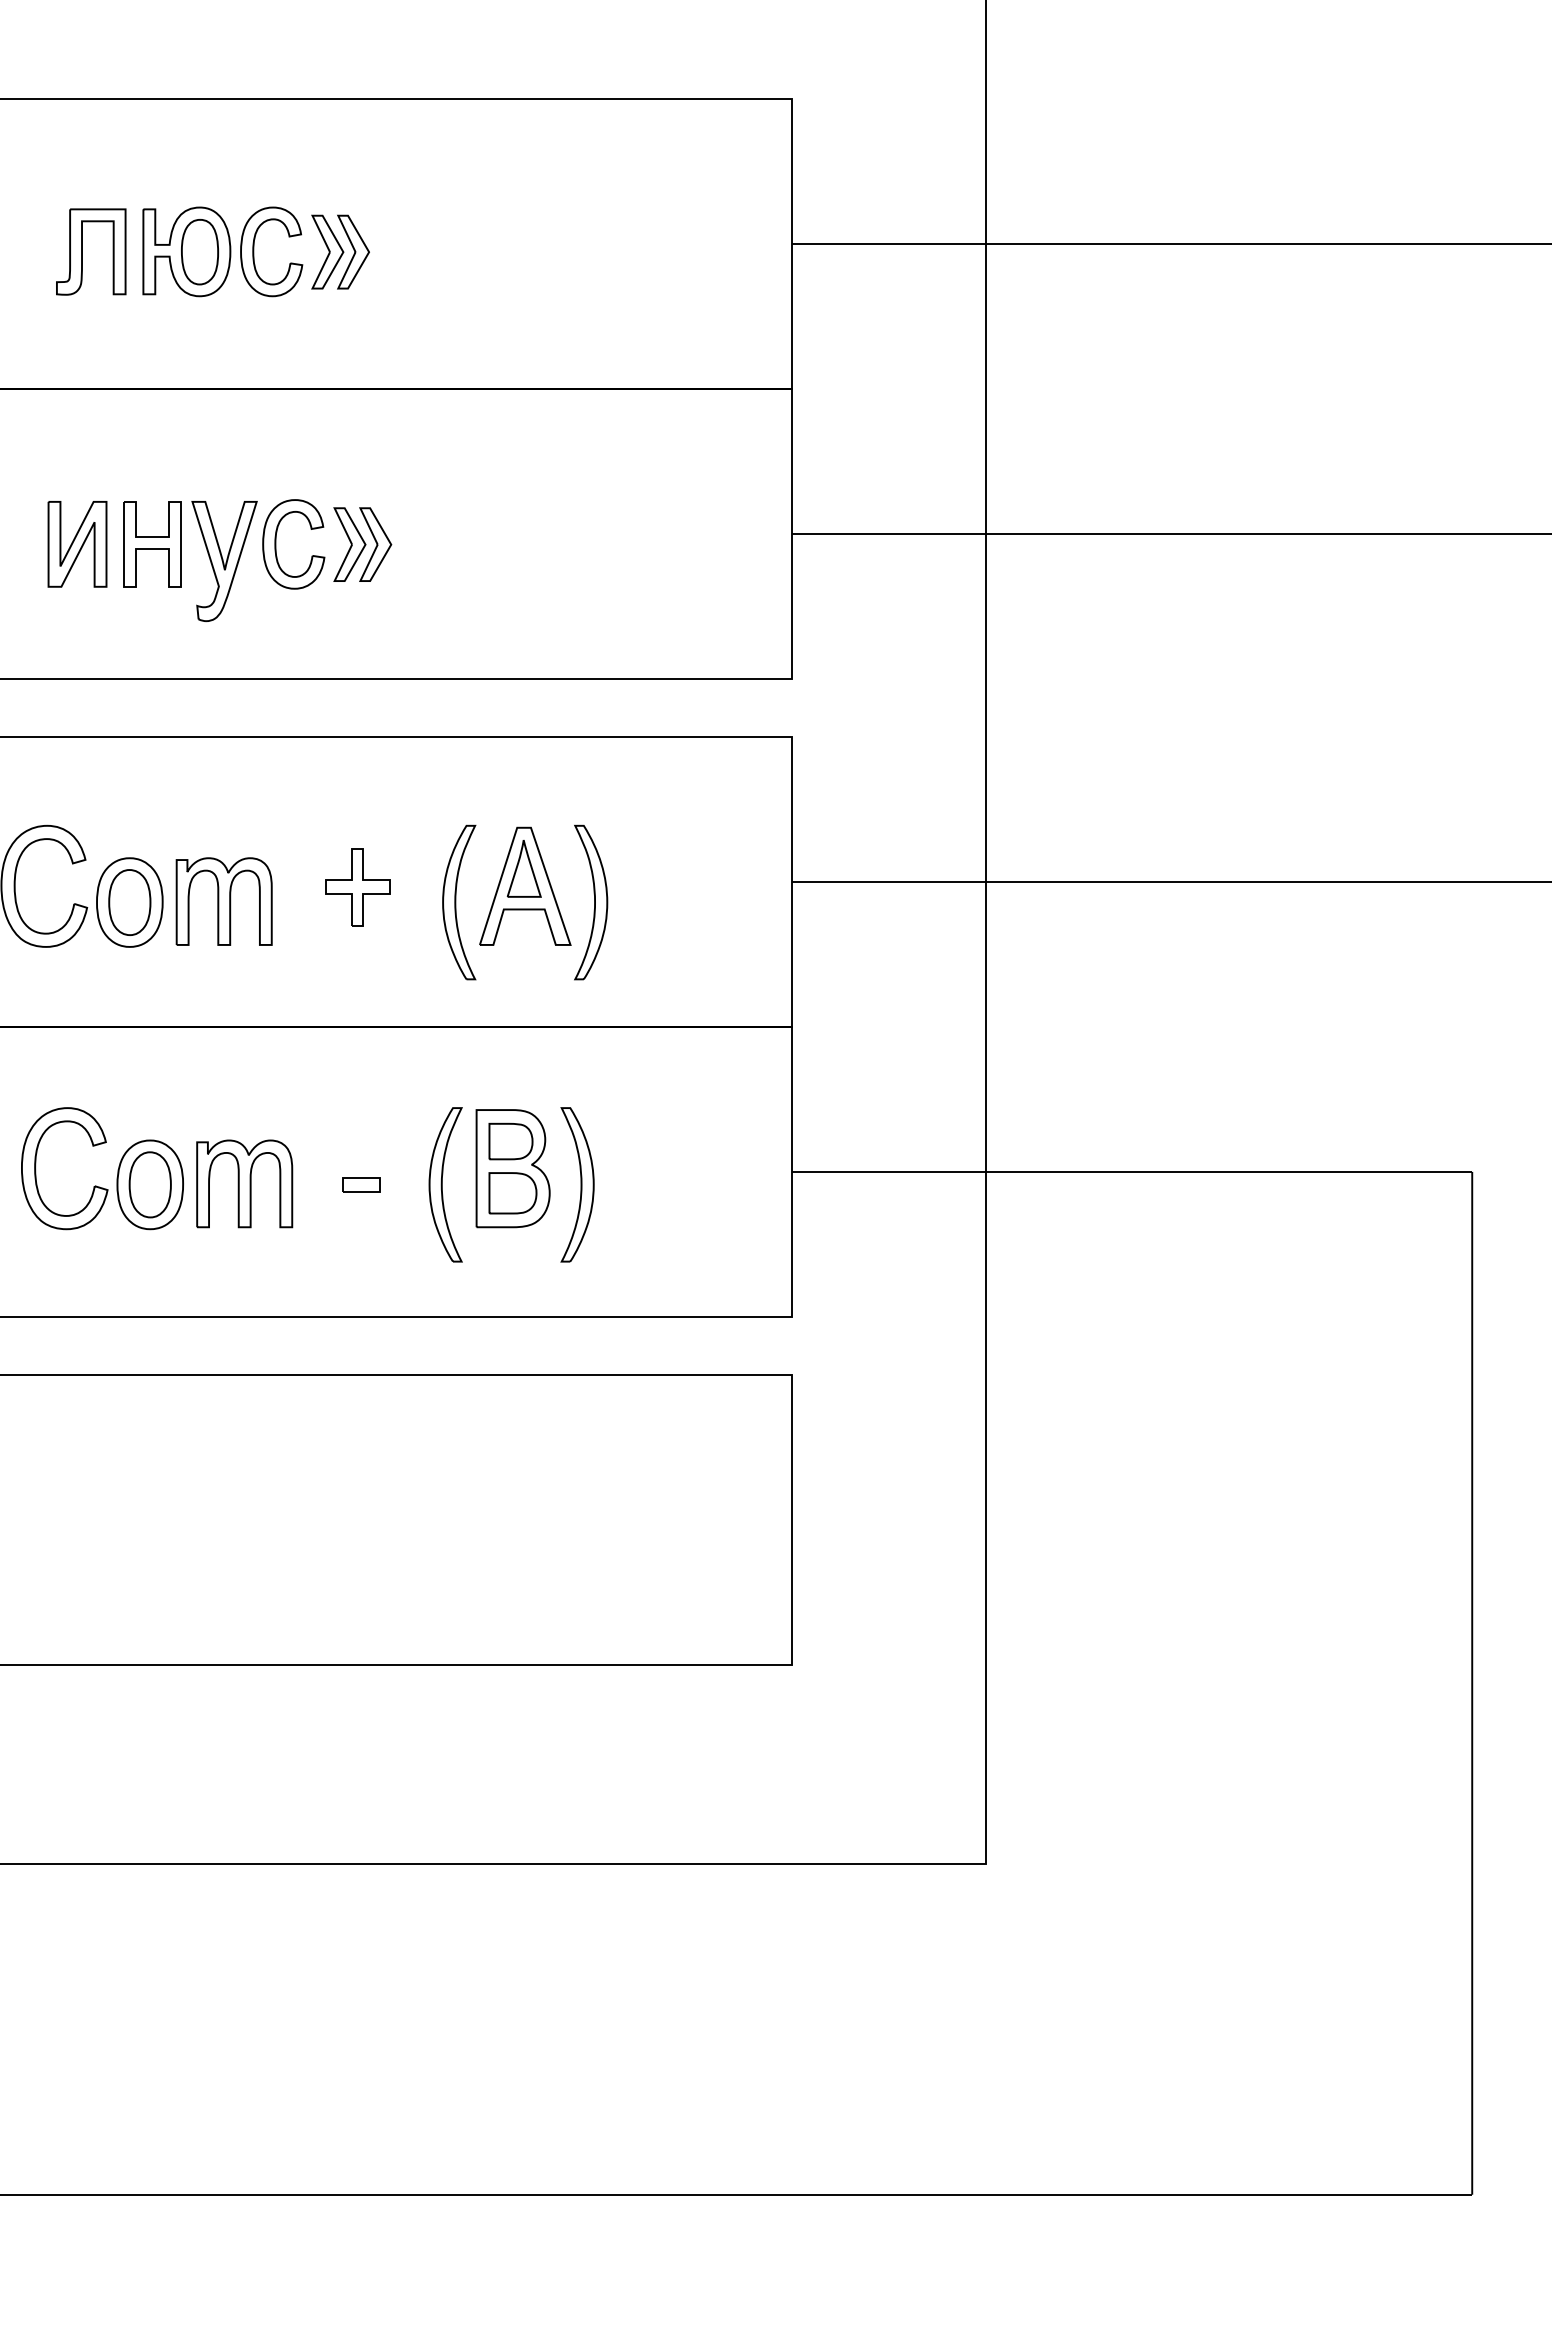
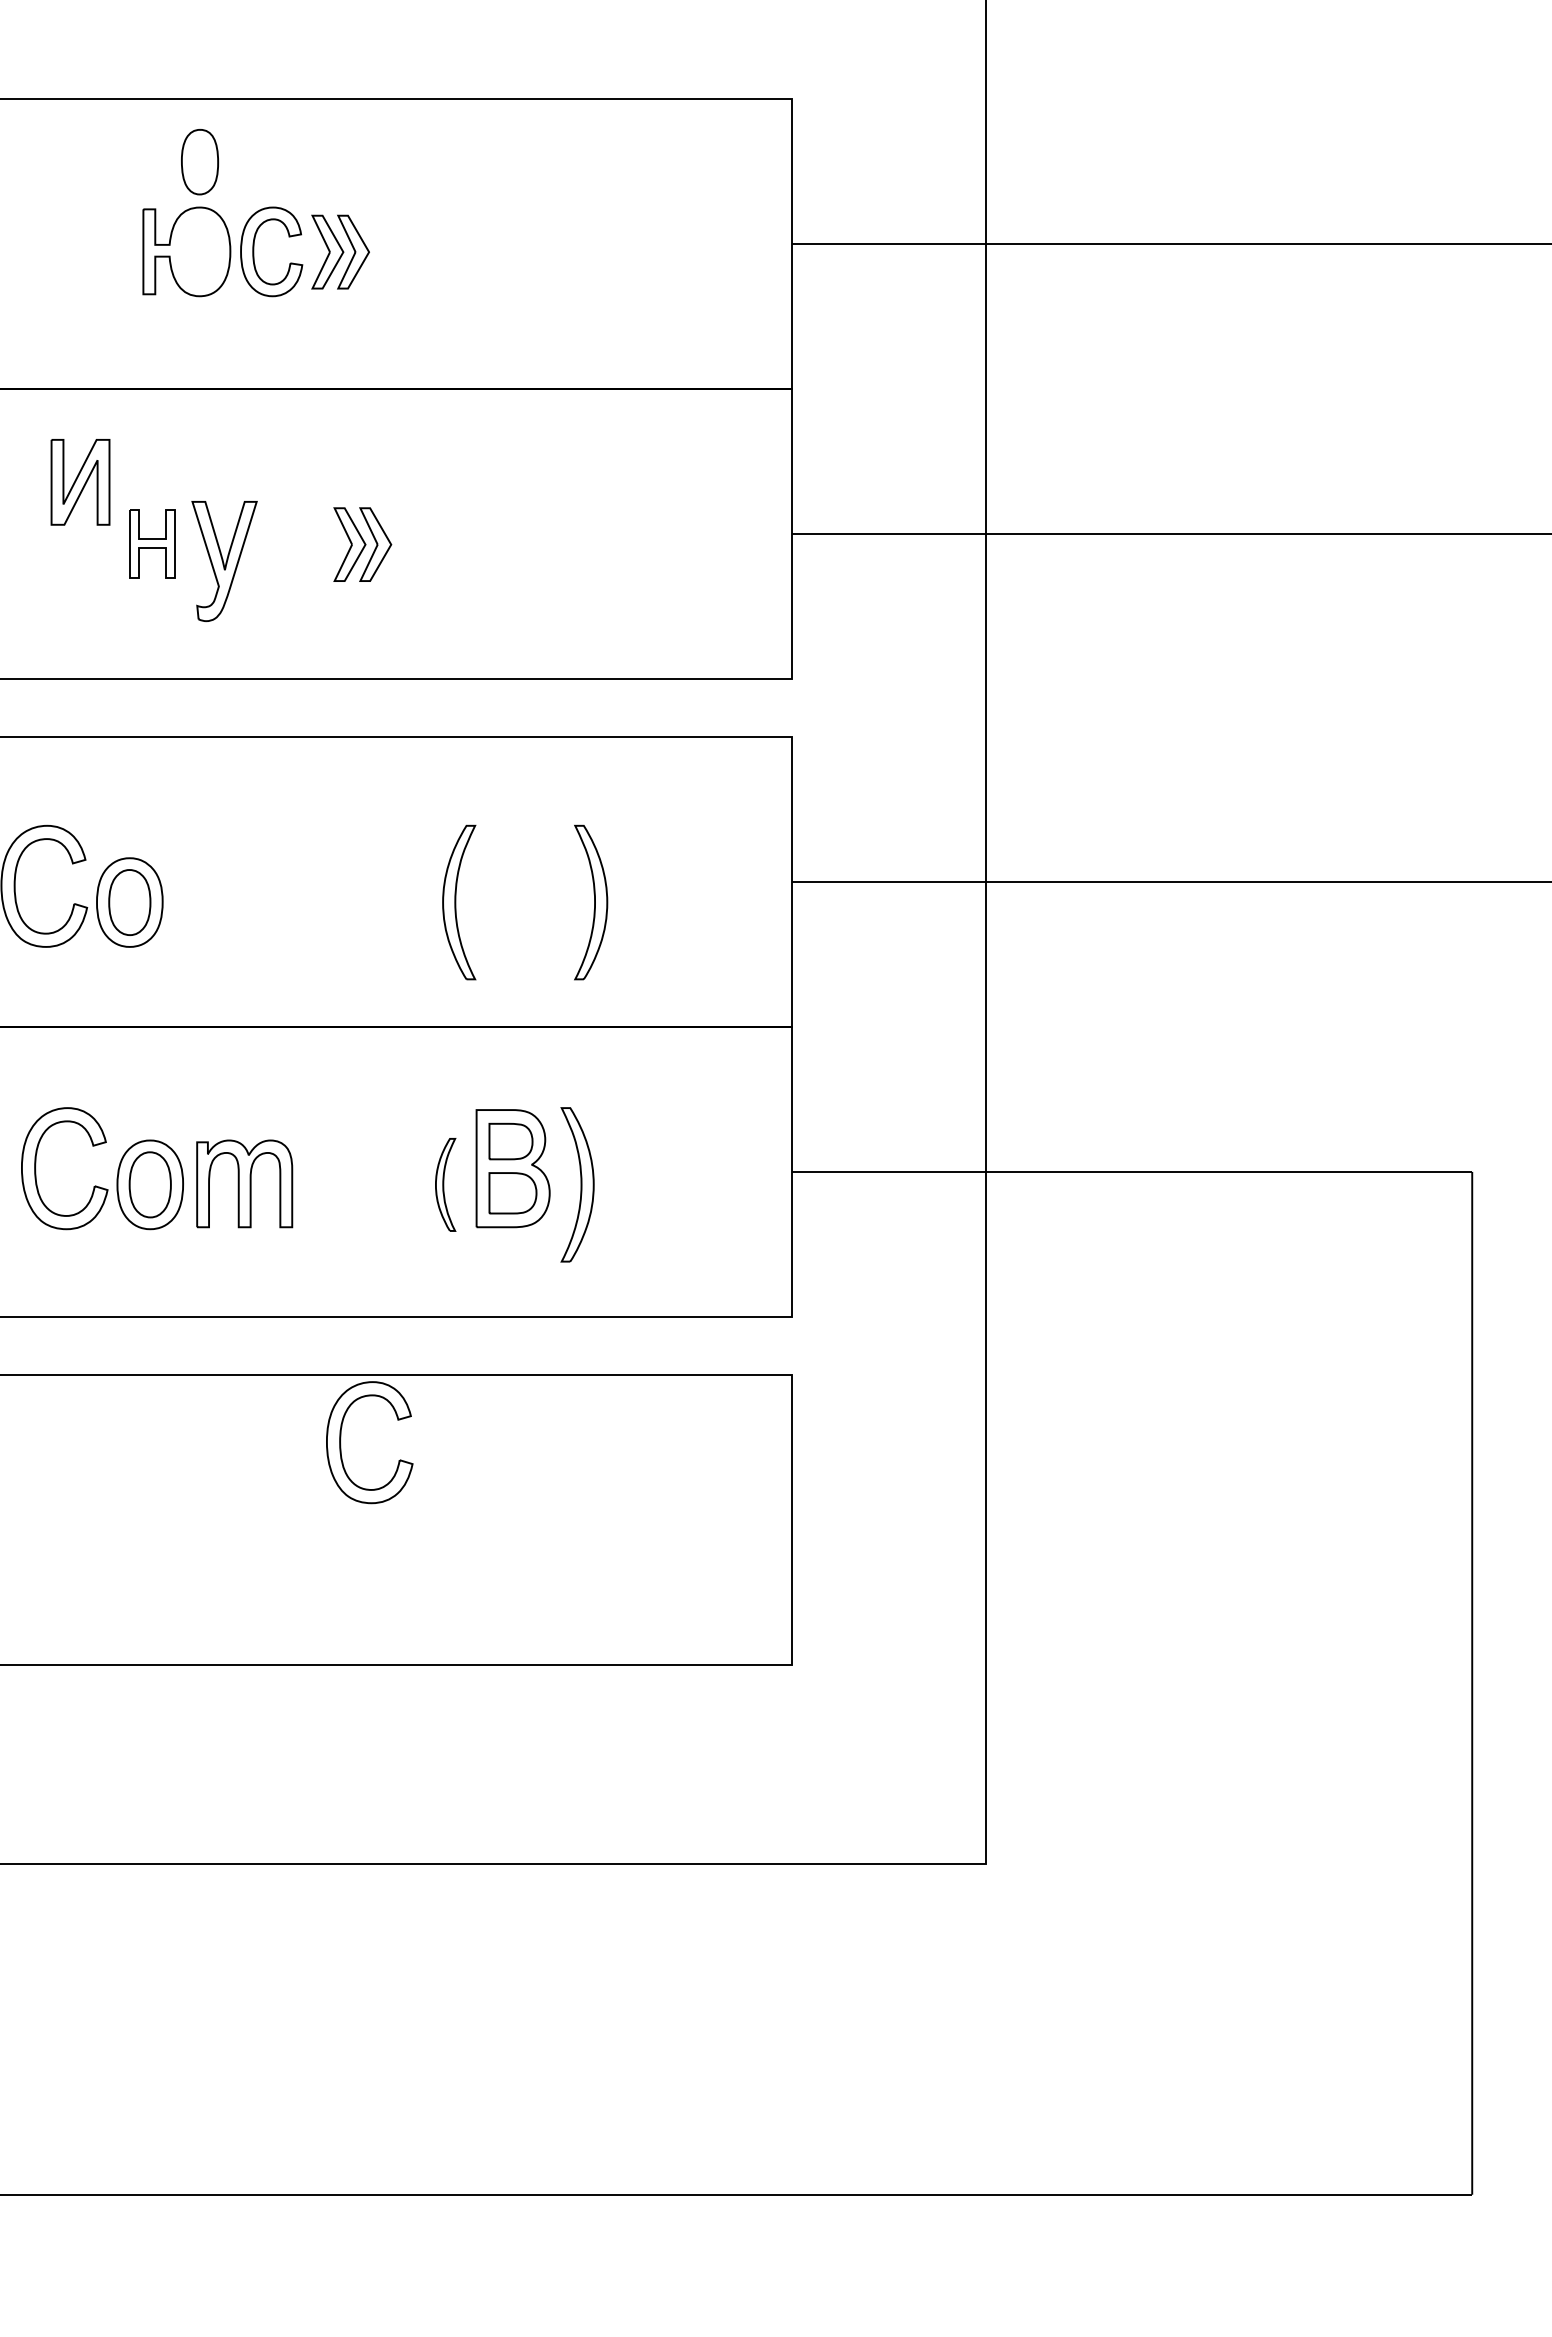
part at (82, 251): present -> none
part at (200, 252) position: (200, 252) -> (200, 162)
part at (77, 544) position: (77, 544) -> (80, 482)
part at (152, 544) size: 59x87 px -> 47x70 px
part at (276, 544): present -> none
part at (525, 885): present -> none
part at (357, 887): present -> none
part at (223, 901): present -> none
part at (361, 1184): present -> none
part at (445, 1184) size: 35x156 px -> 22x94 px
part at (341, 1443): none -> present
